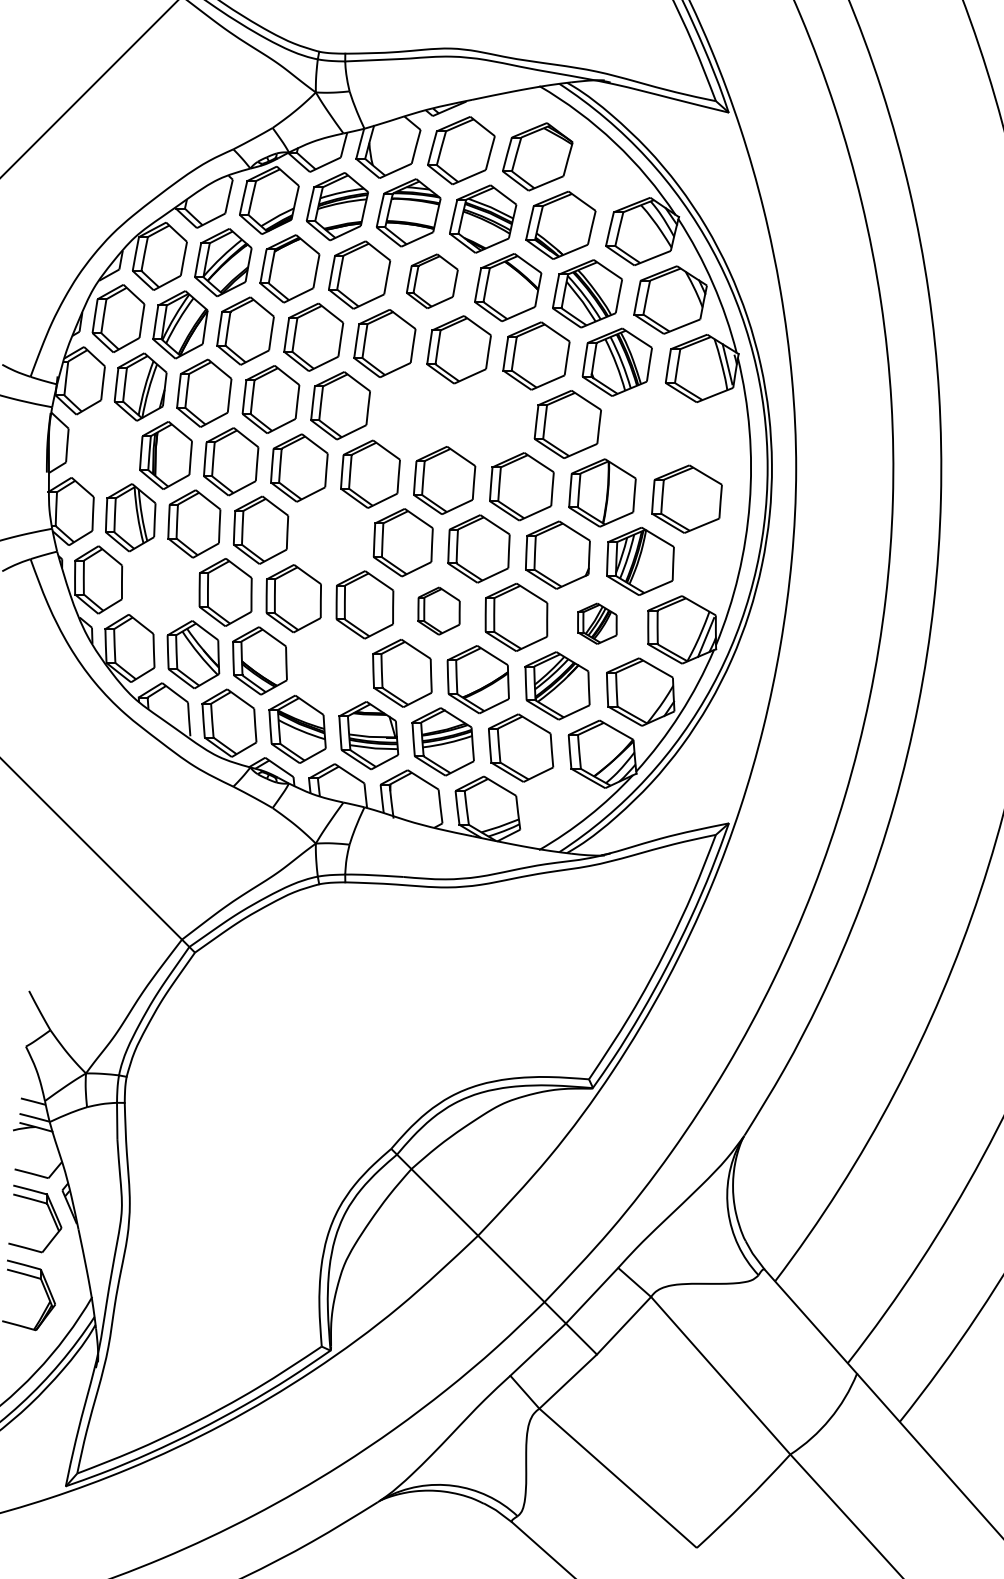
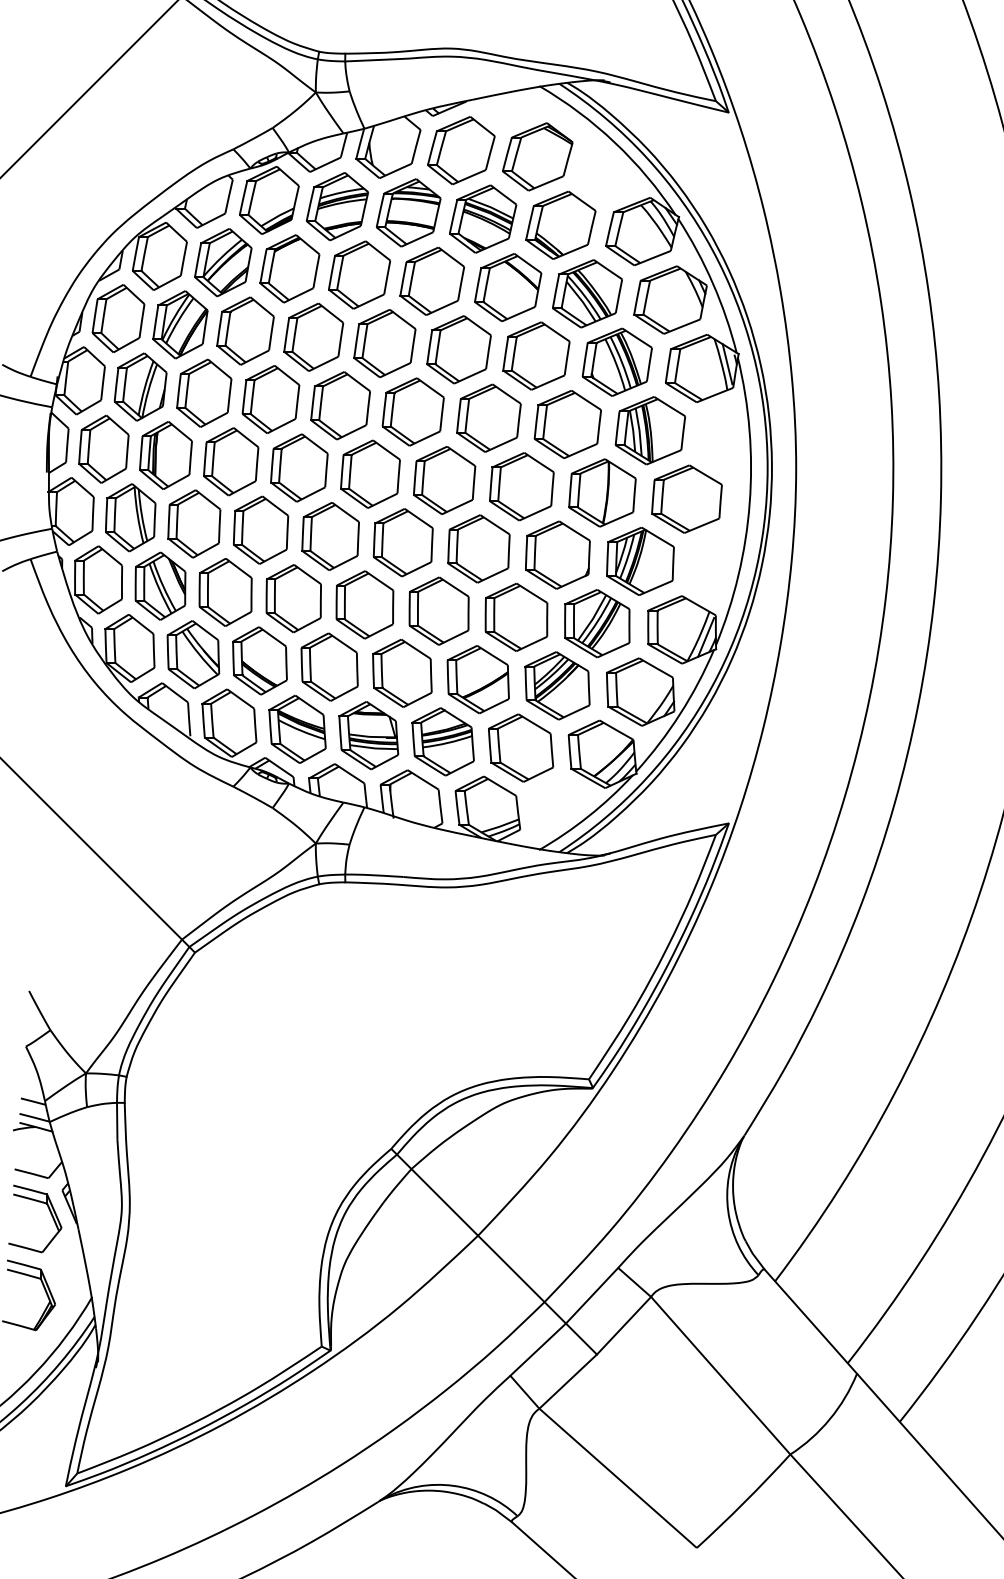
part at (432, 280) size: 53x56 px -> 67x69 px
part at (412, 411): none -> present
part at (488, 417): none -> present
part at (650, 430): none -> present
part at (103, 448): none -> present
part at (330, 536): none -> present
part at (160, 585): none -> present
part at (438, 610) size: 44x50 px -> 62x70 px
part at (597, 623) size: 41x43 px -> 67x70 px
part at (329, 666): none -> present
